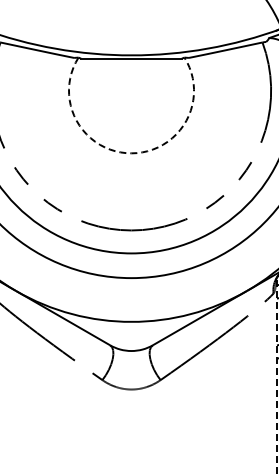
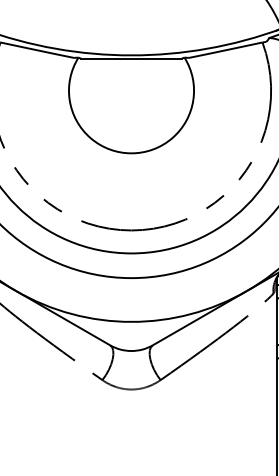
arc at (131, 153): dashed -> solid
line at (277, 376): dashed -> solid
